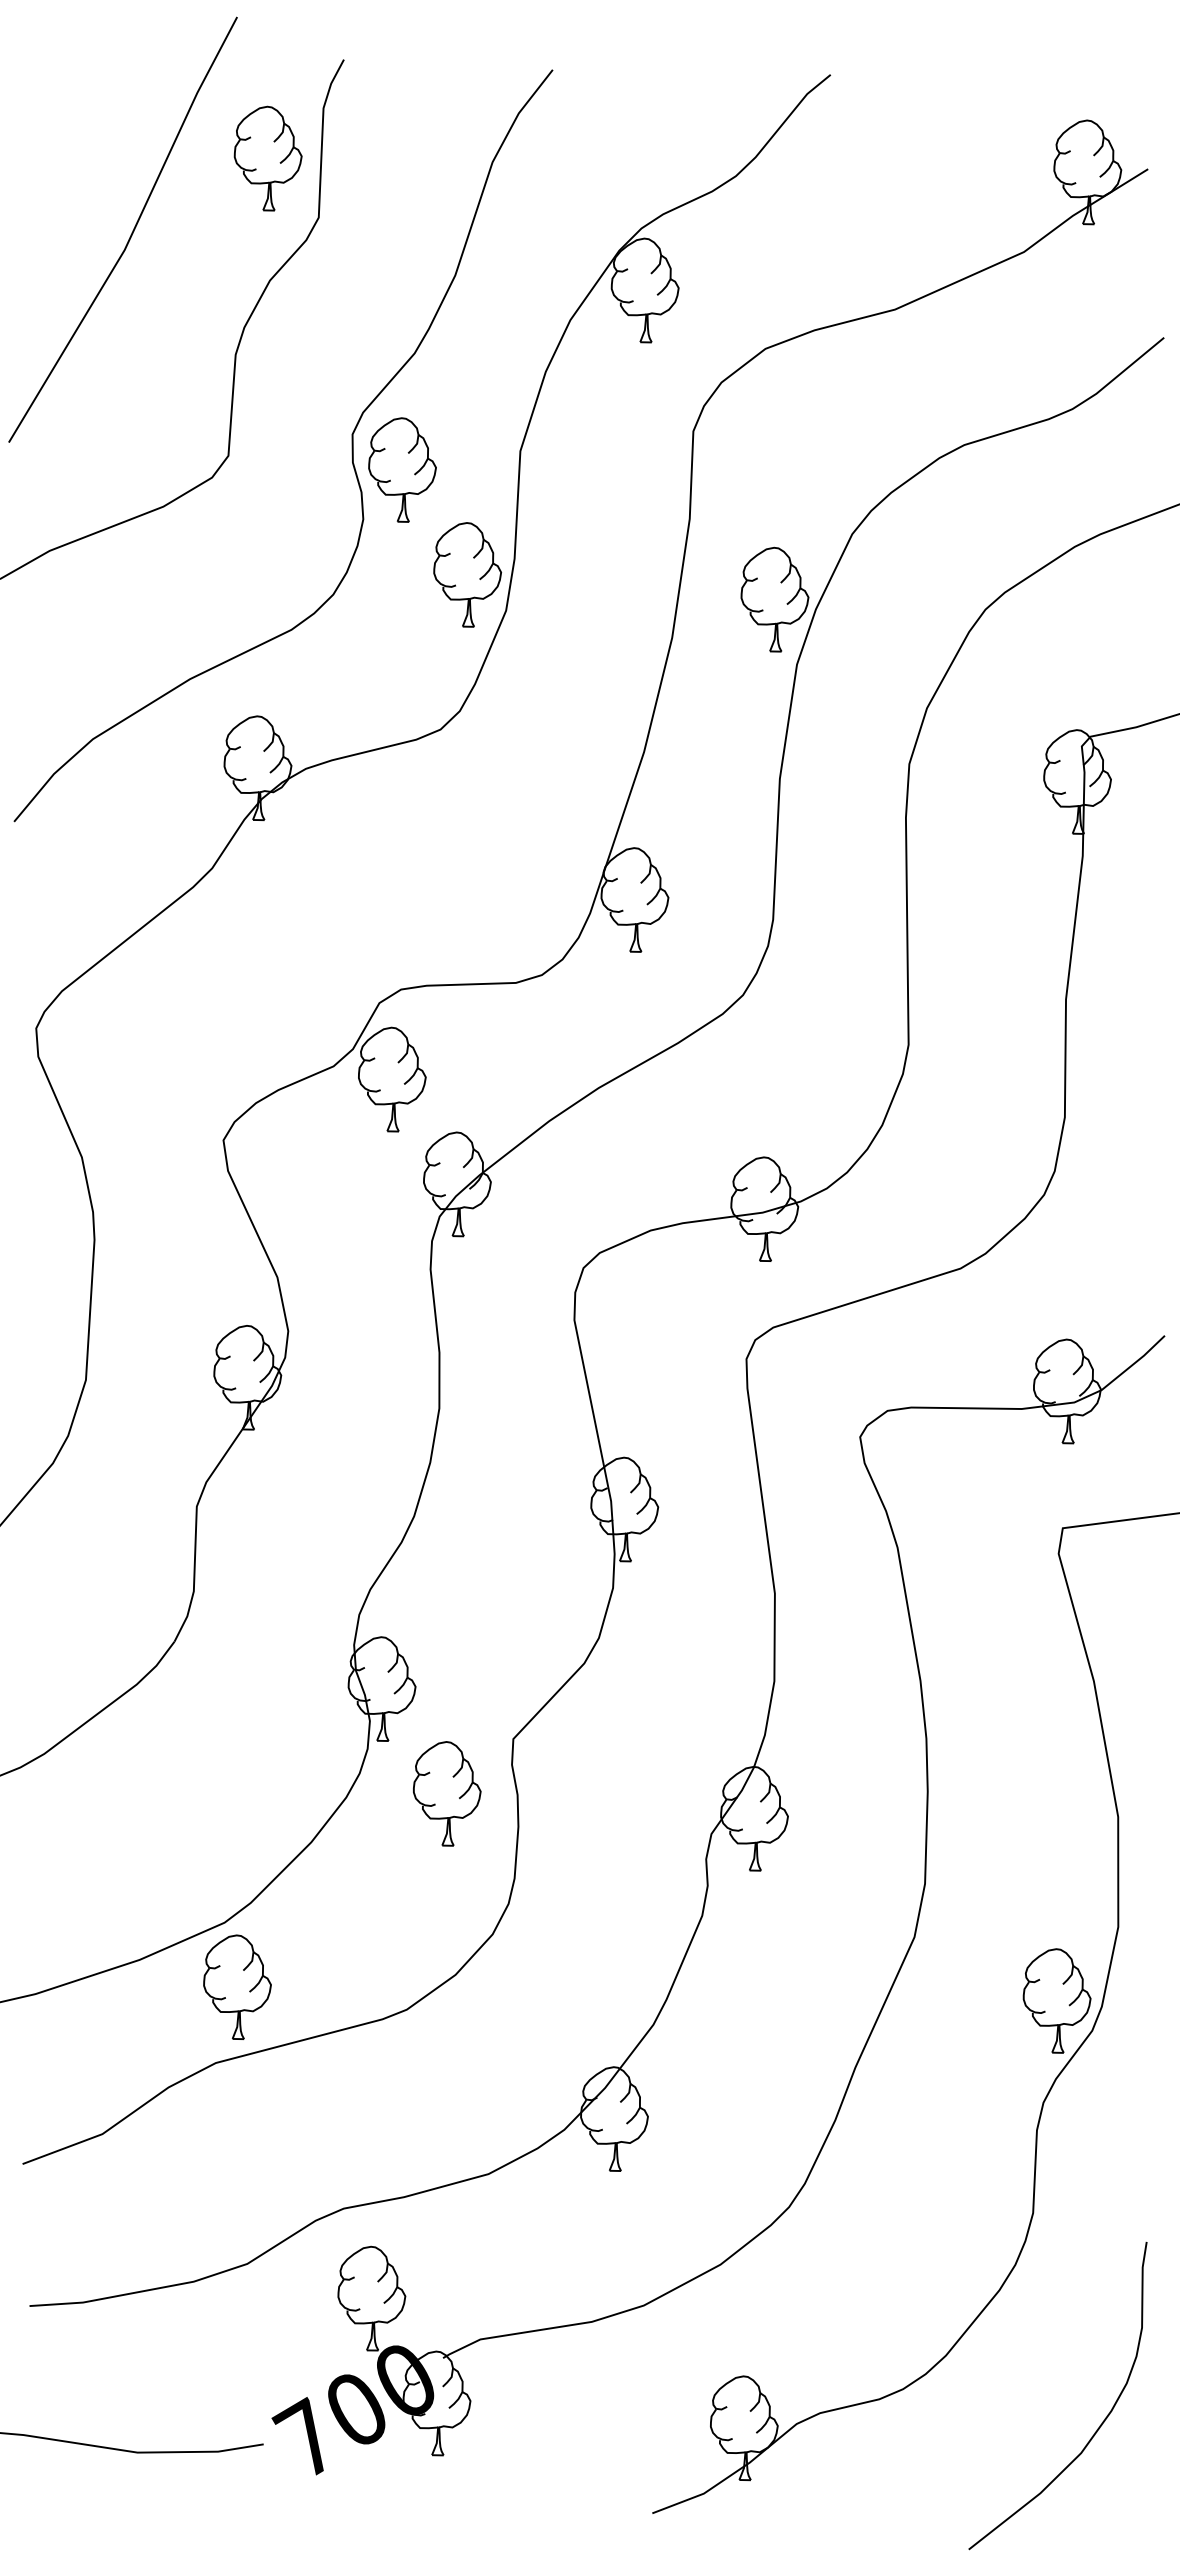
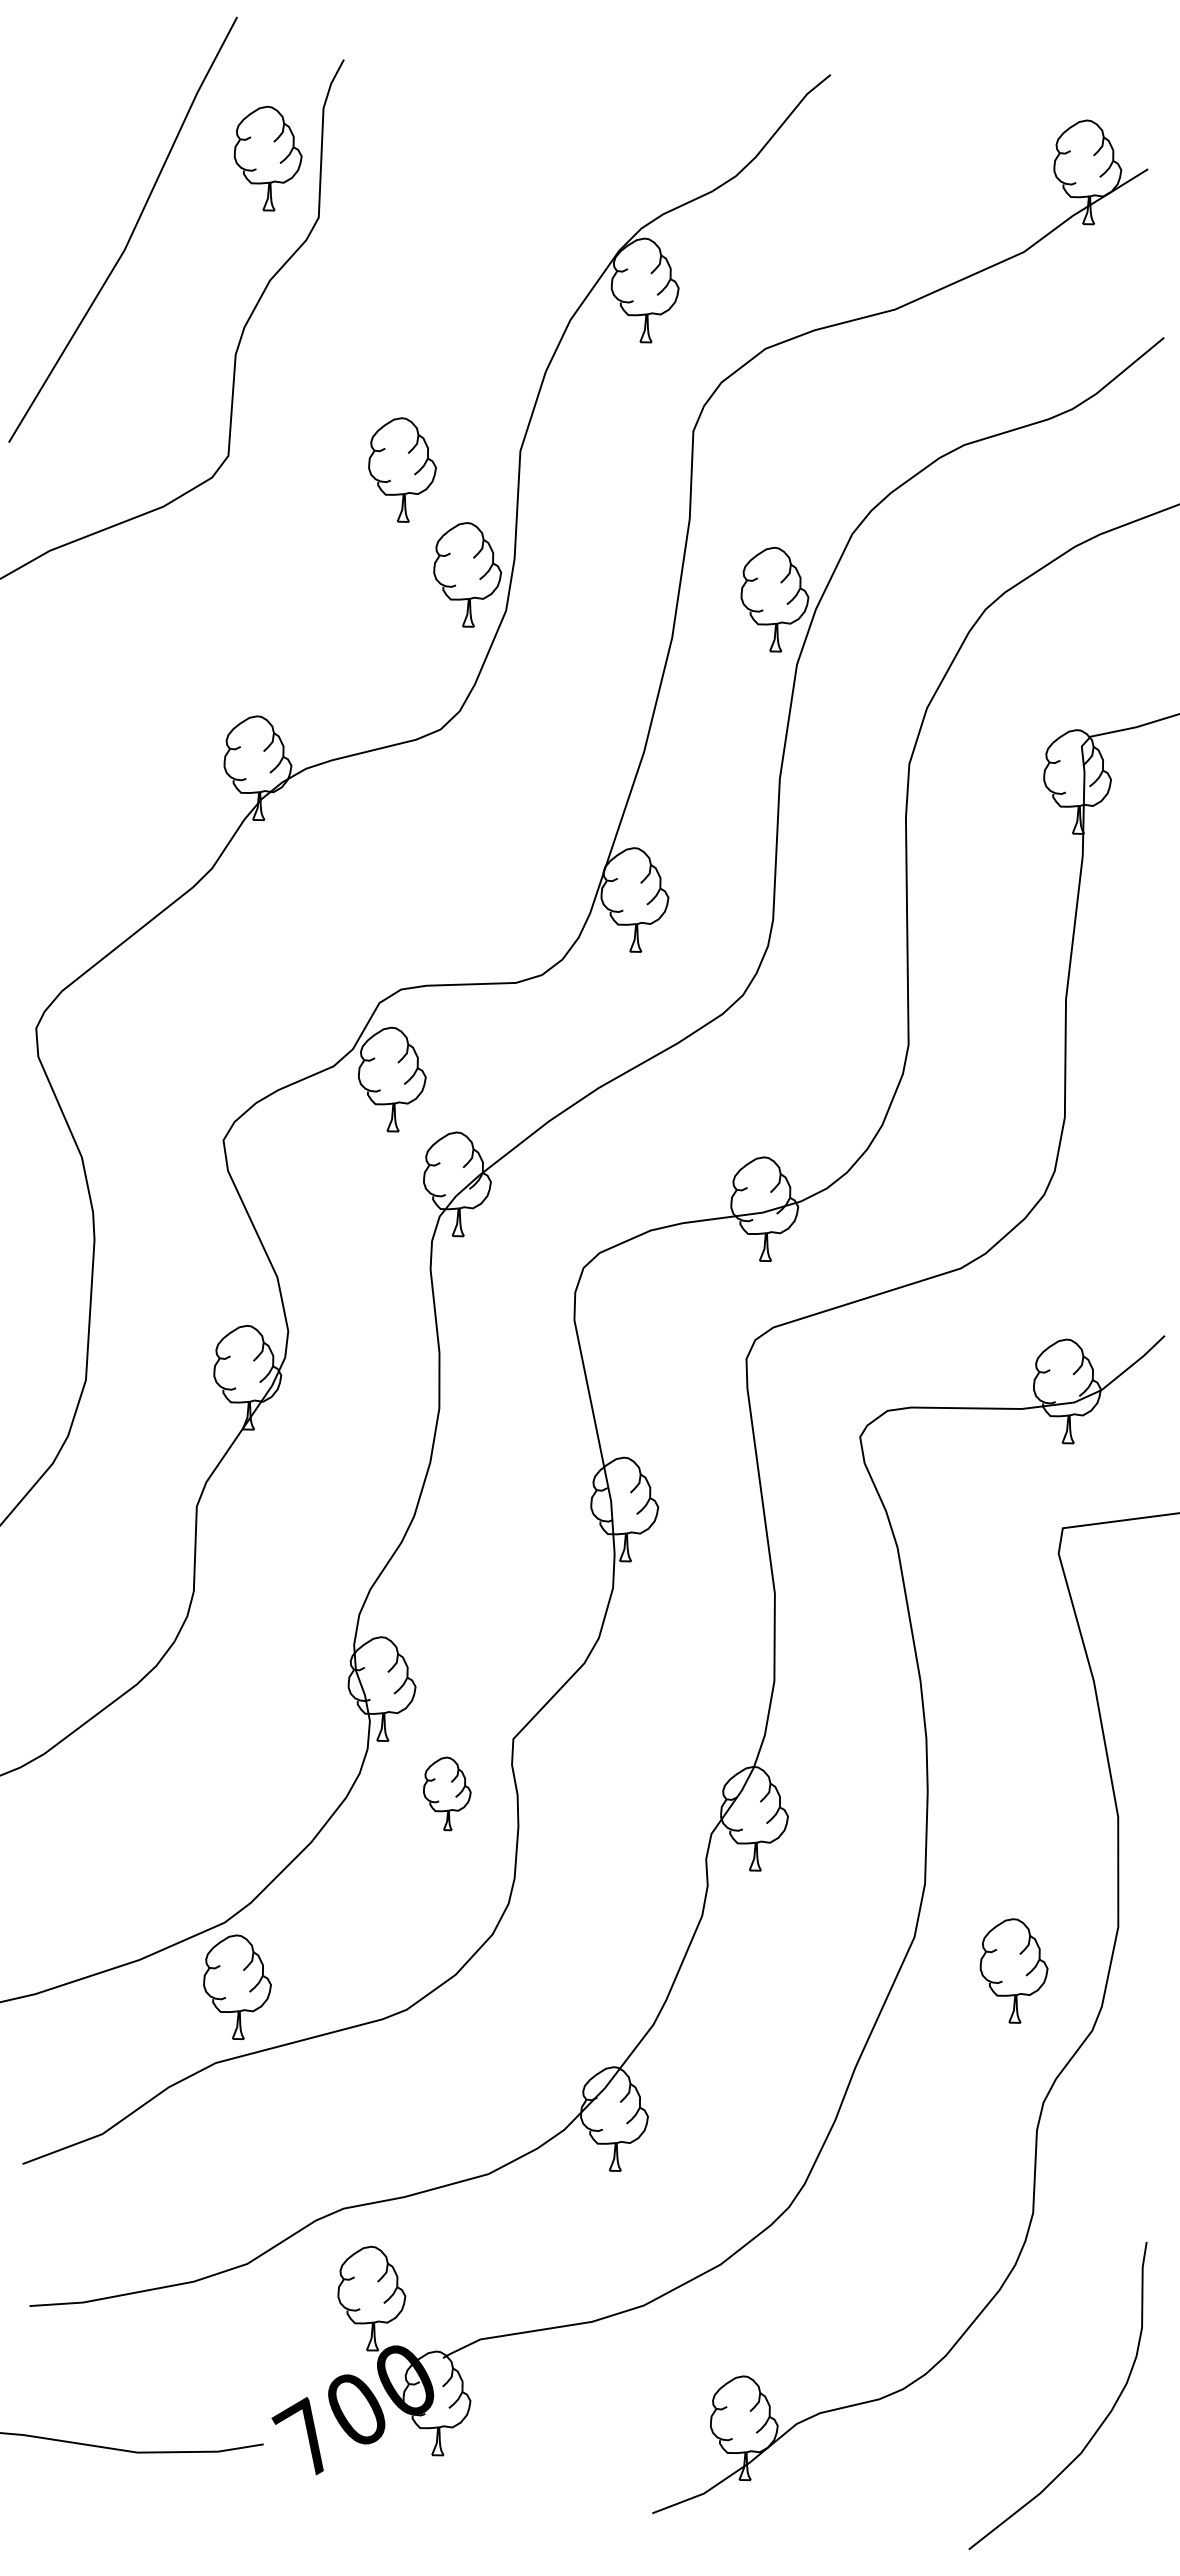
curve at (351, 445): present -> none
part at (447, 1793) size: 69x106 px -> 49x76 px
part at (1056, 2000) position: (1056, 2000) -> (1013, 1970)
